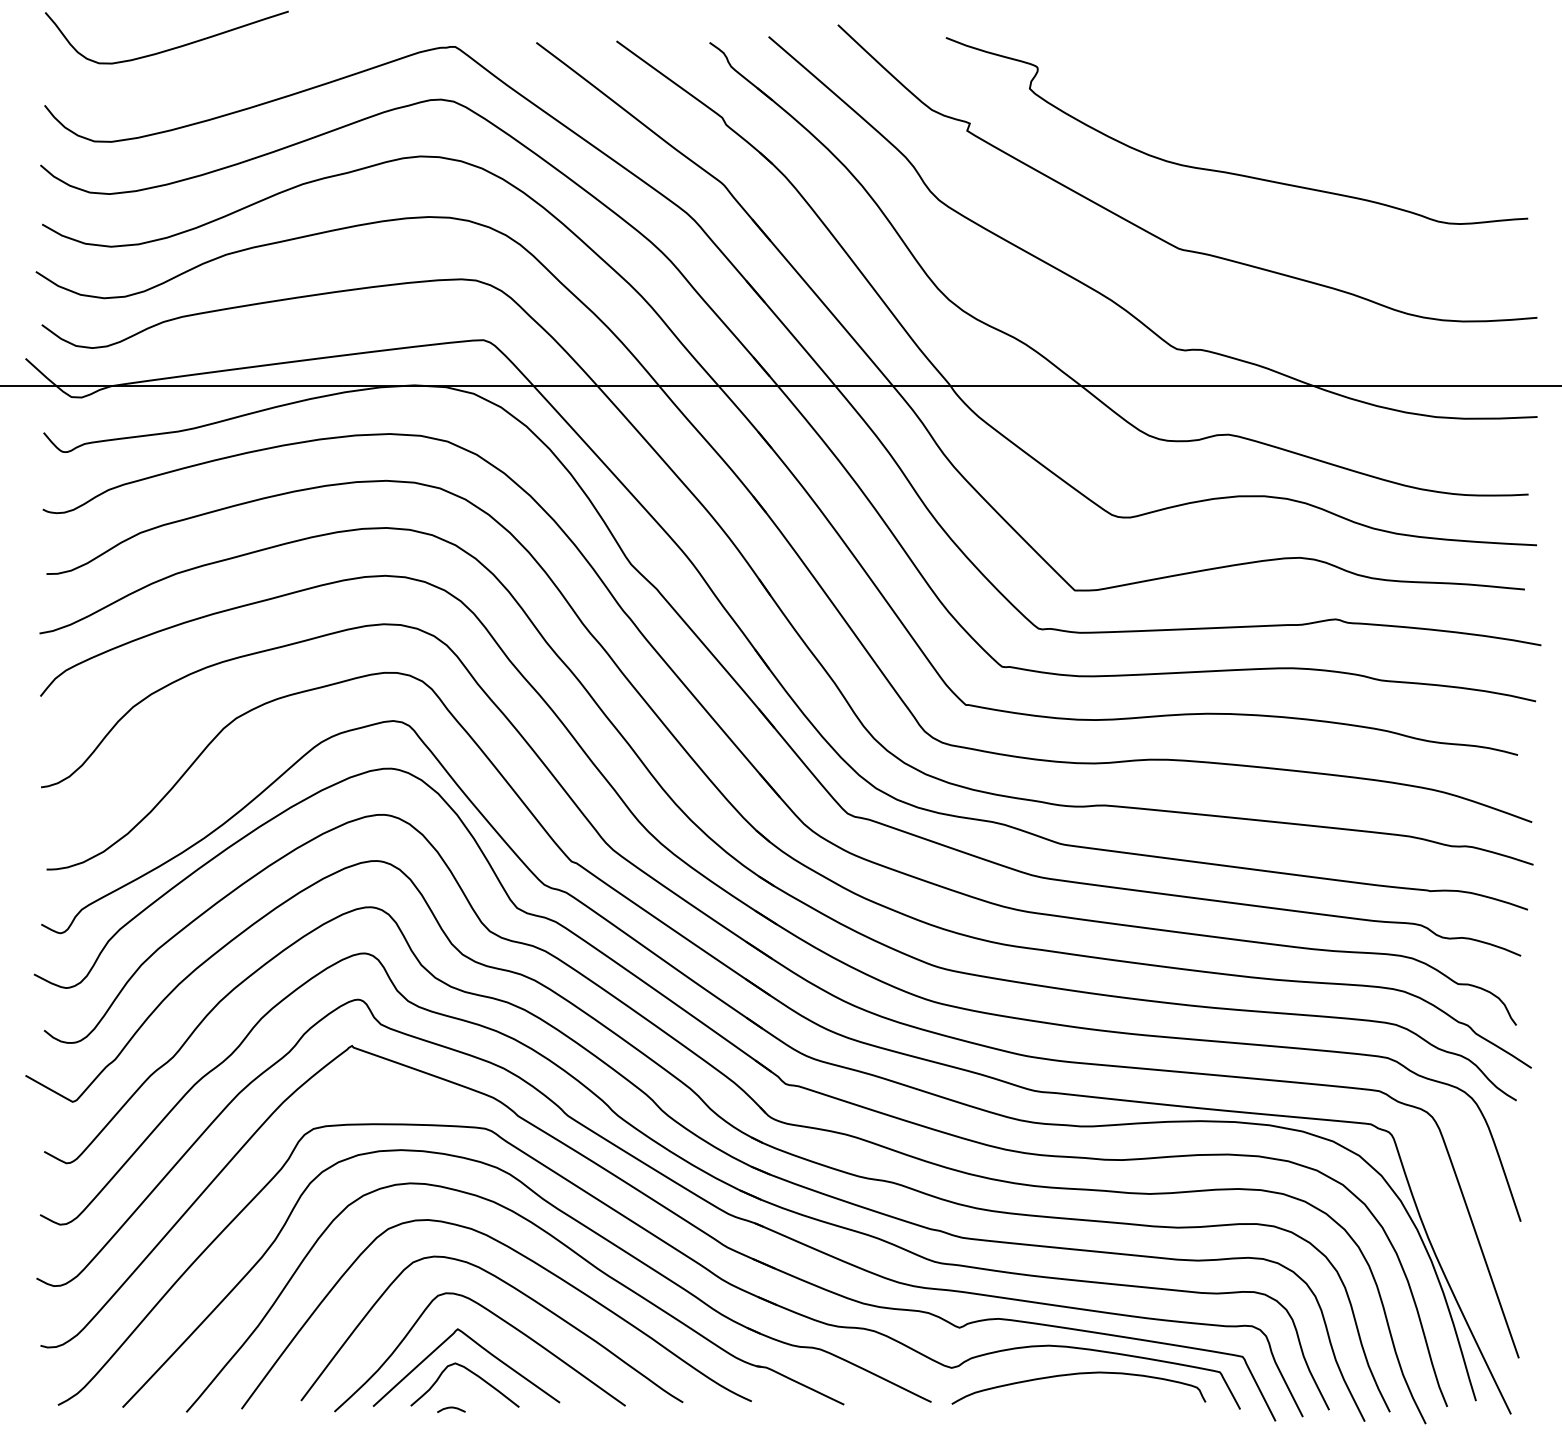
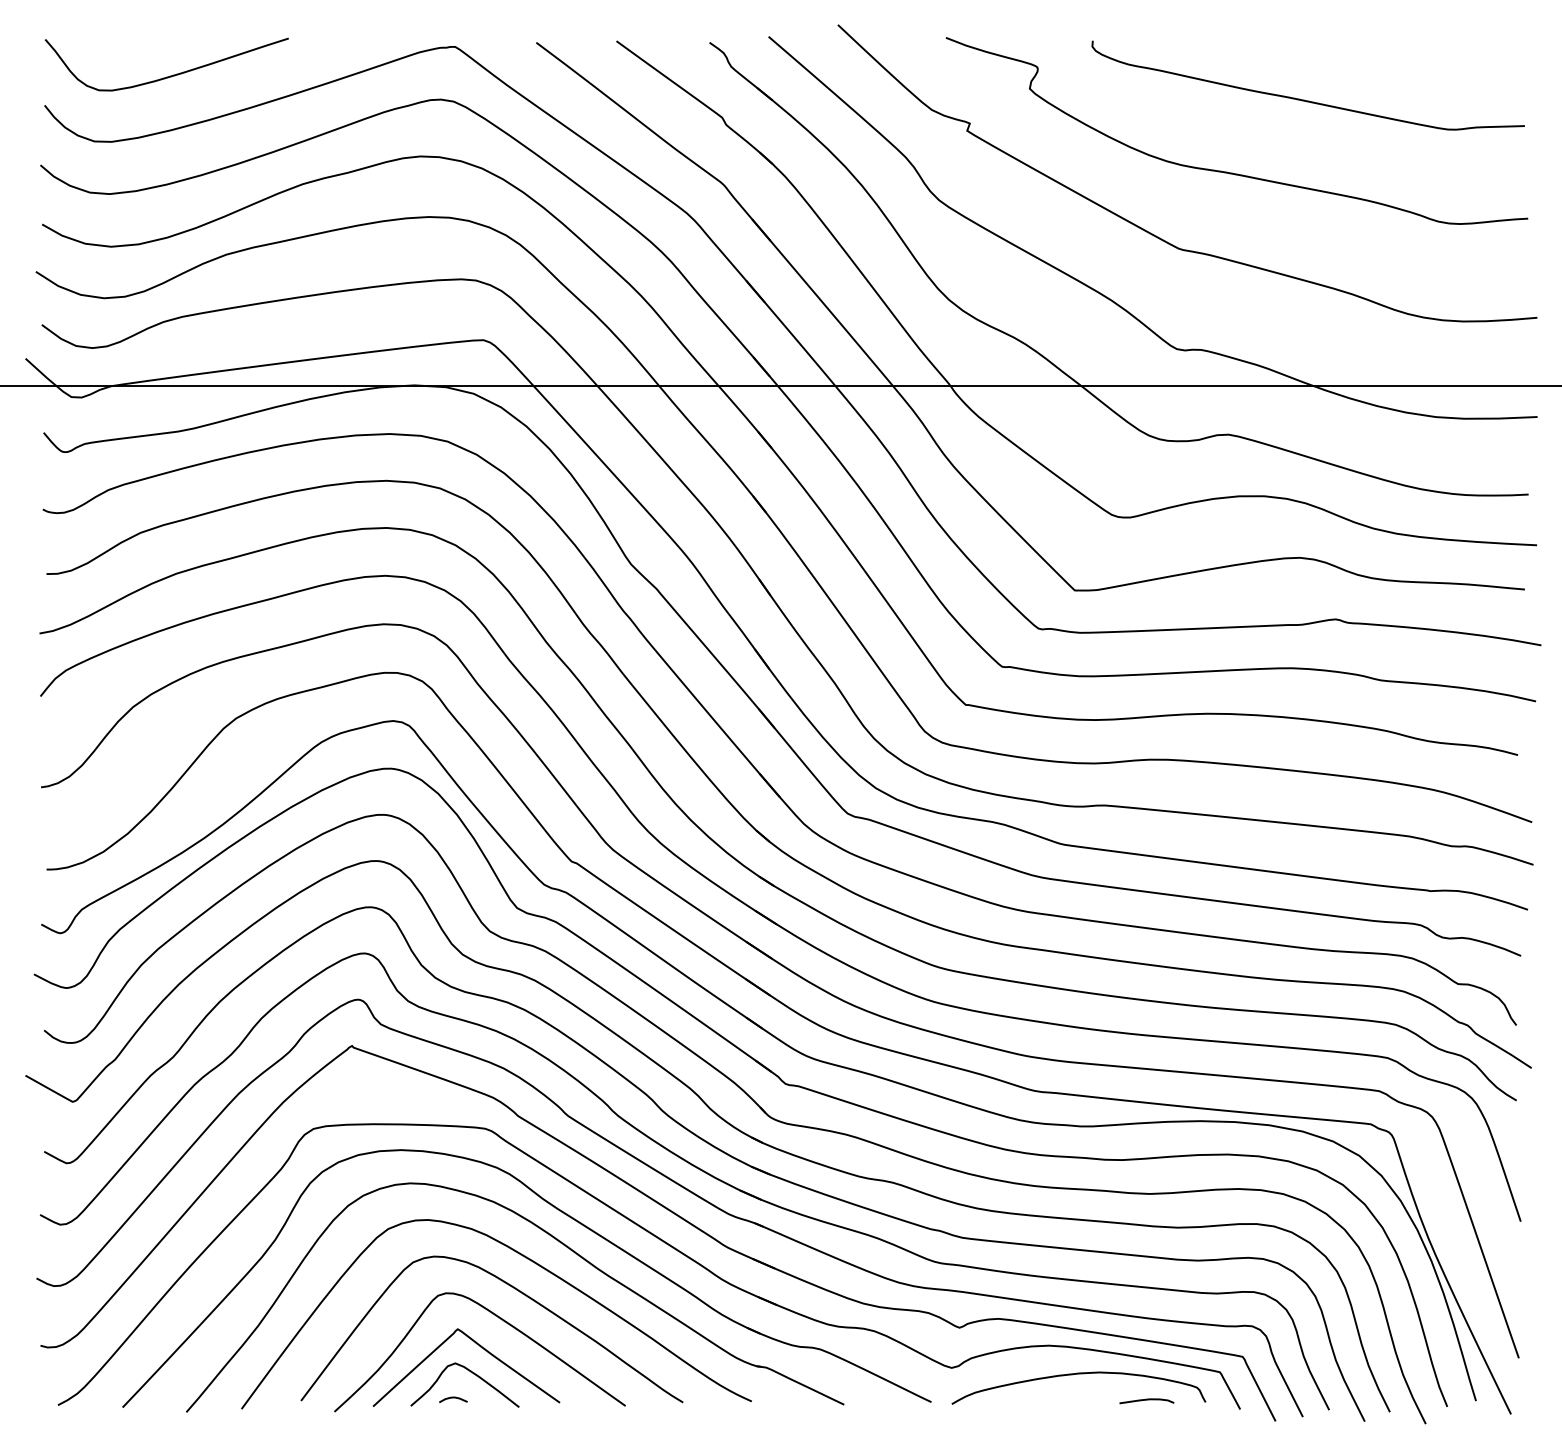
curve at (170, 48) position: (170, 48) -> (170, 75)
curve at (1304, 99): none -> present
curve at (1146, 1400): none -> present
curve at (451, 1408) position: (451, 1408) -> (453, 1398)
